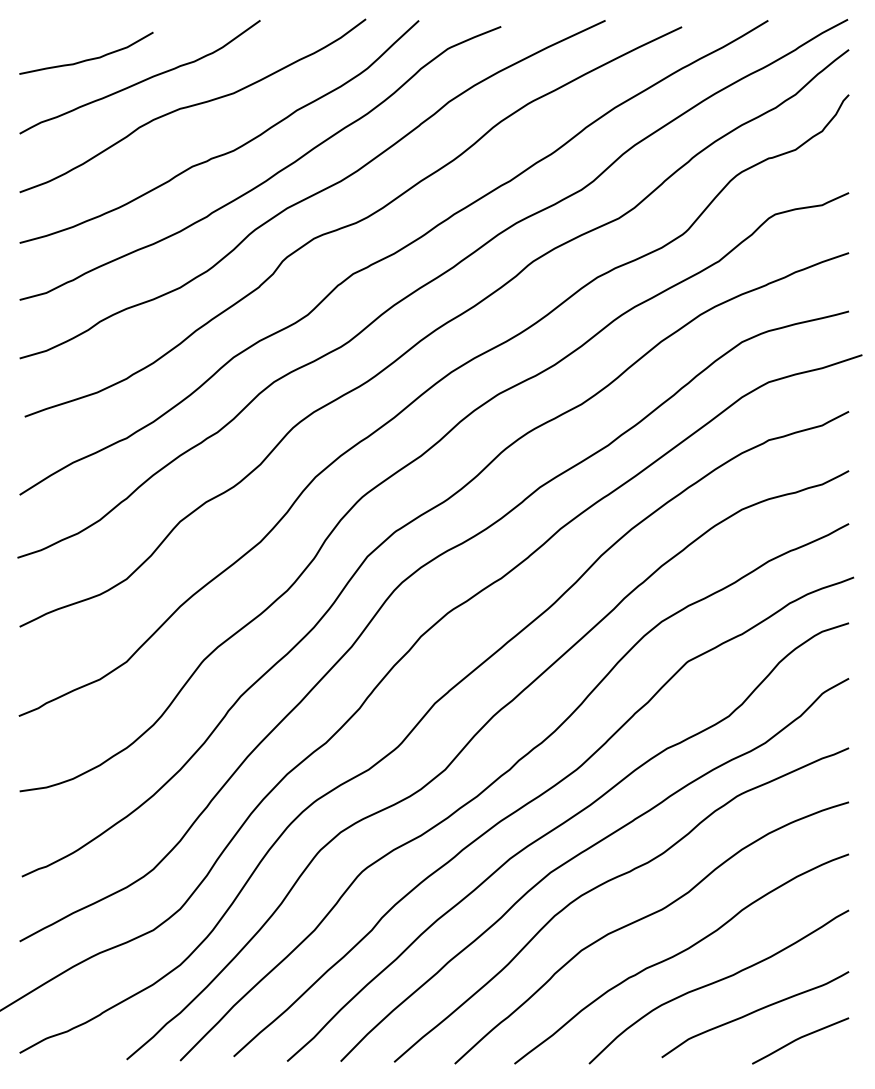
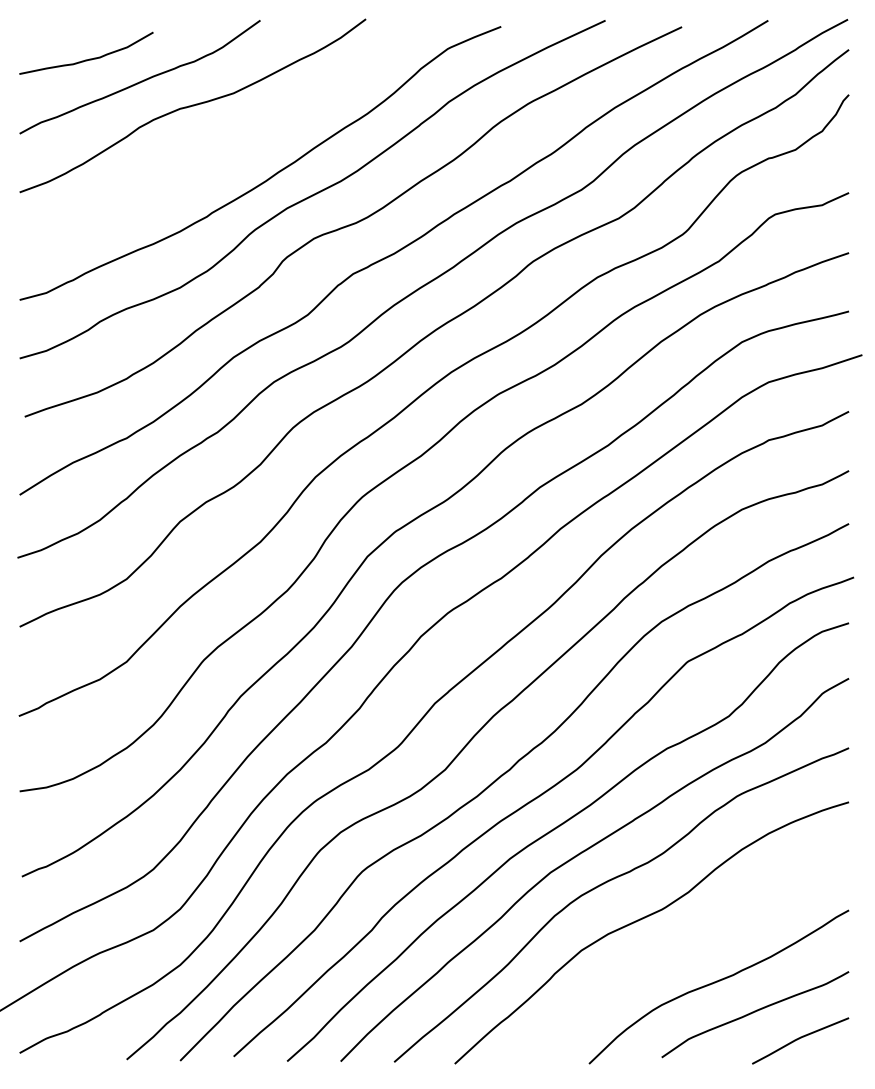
curve at (228, 151): present -> none
curve at (679, 954): present -> none
